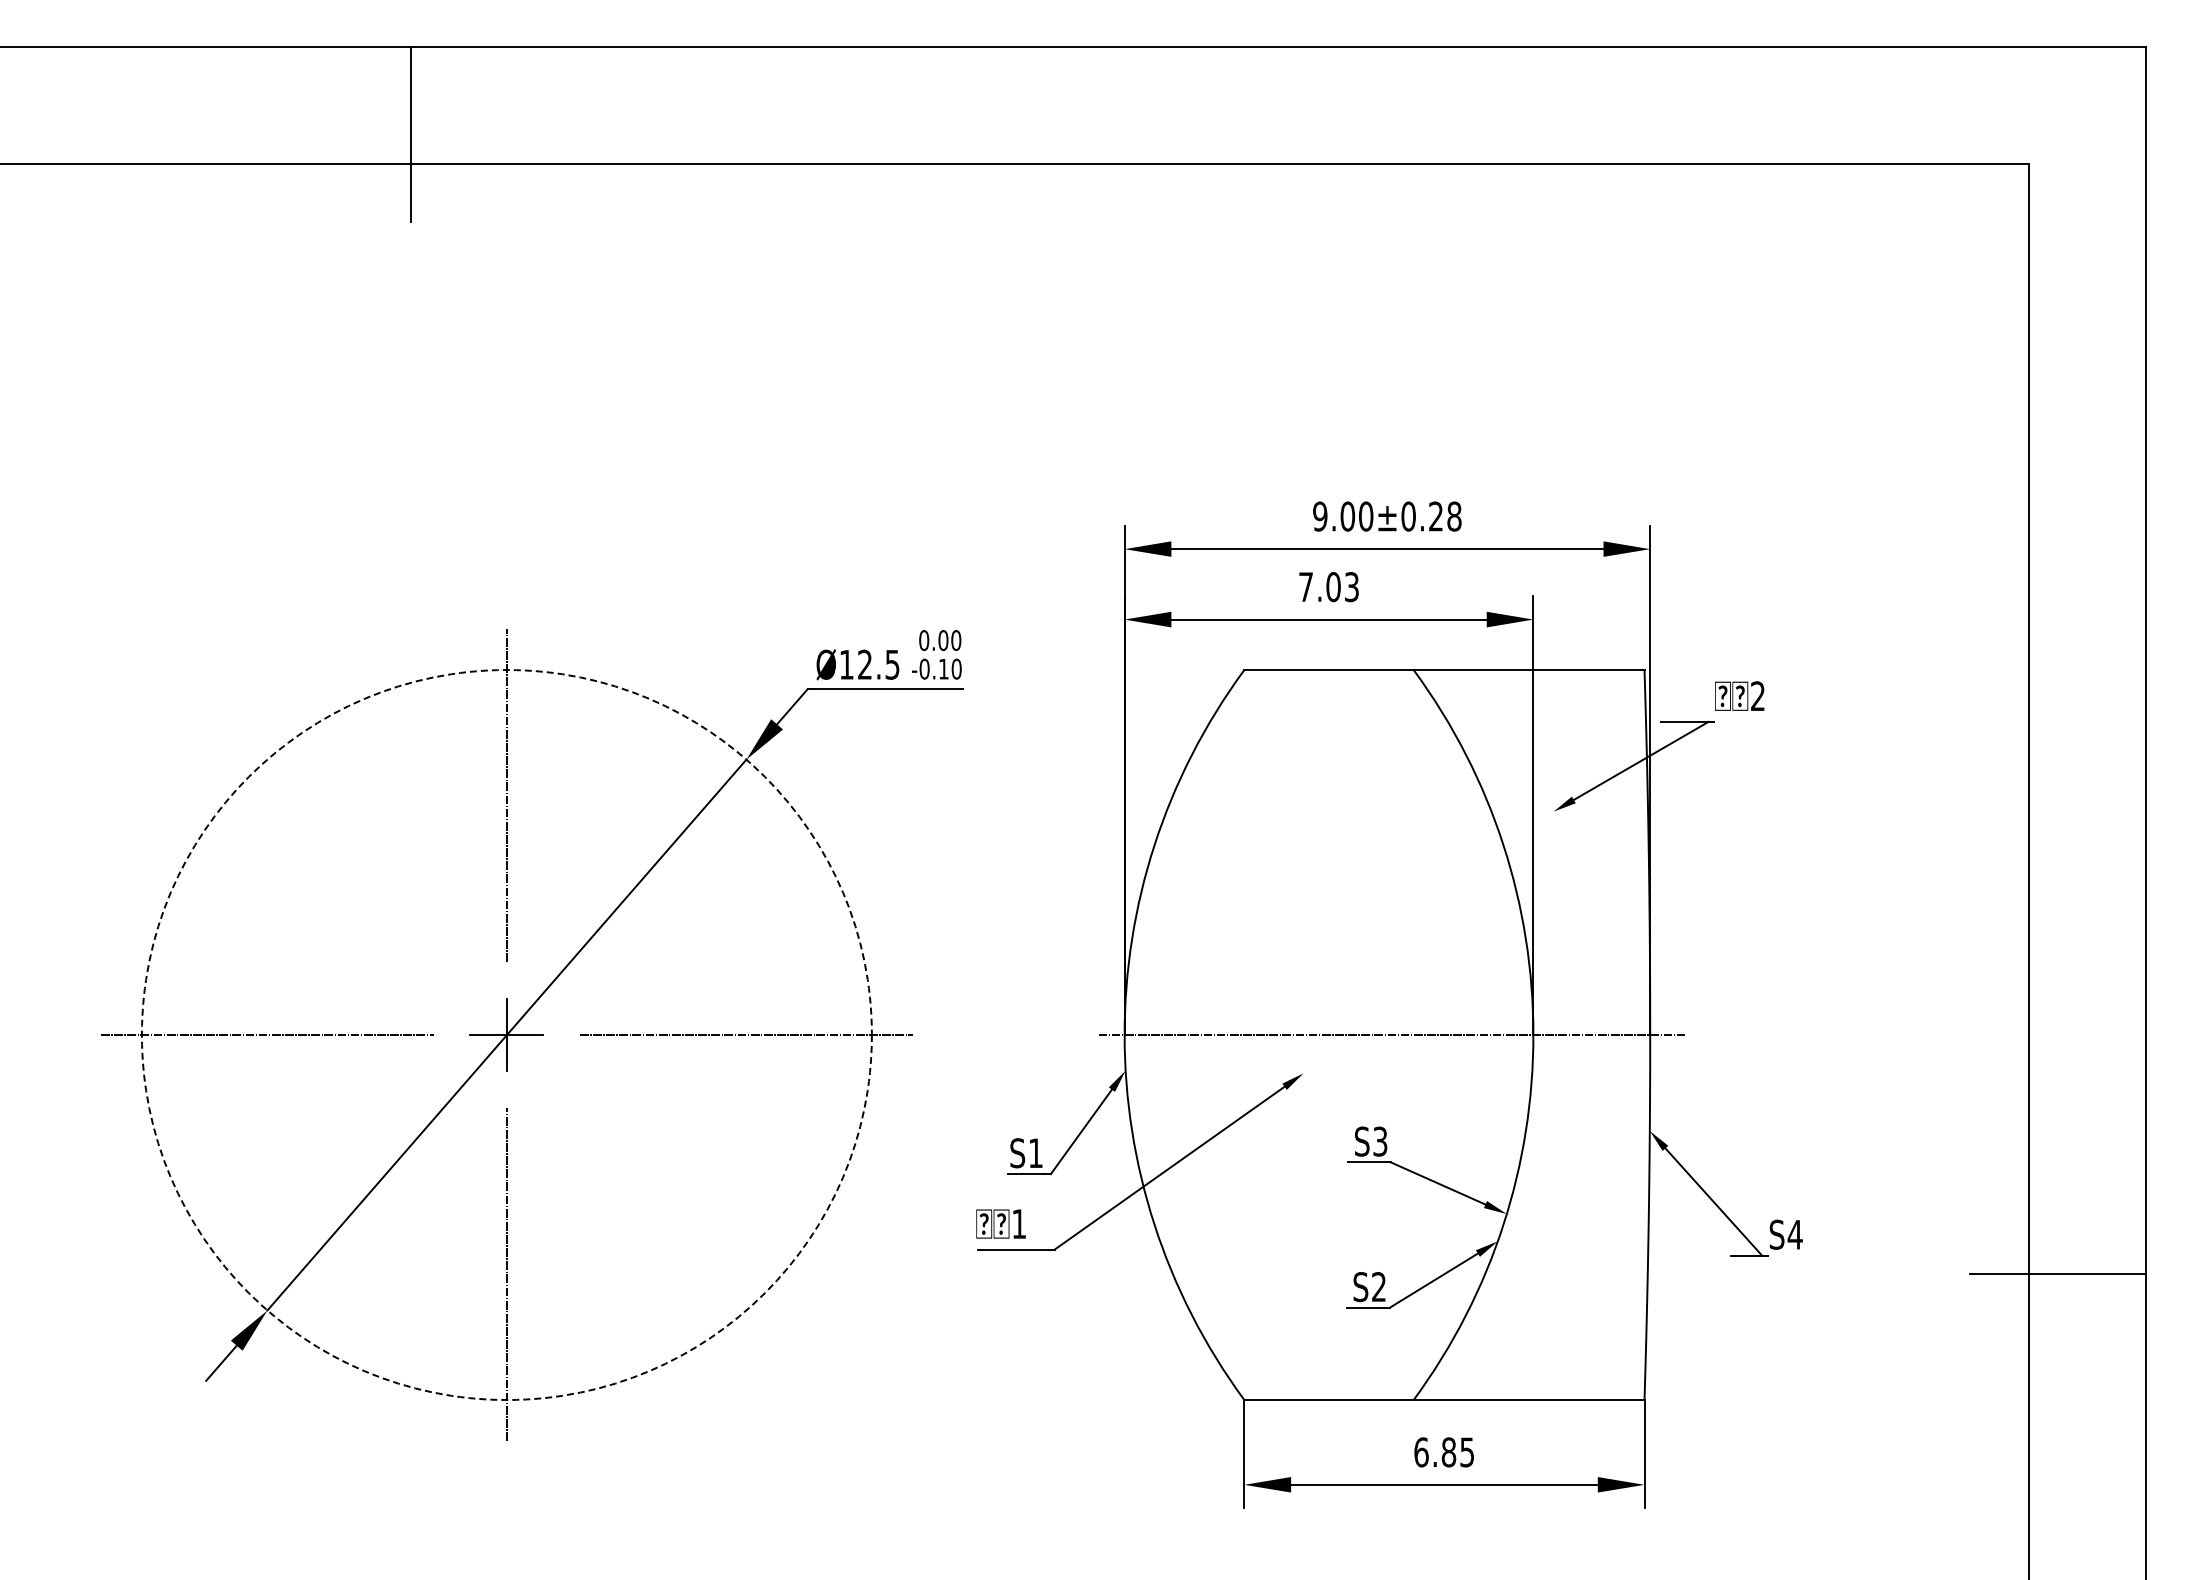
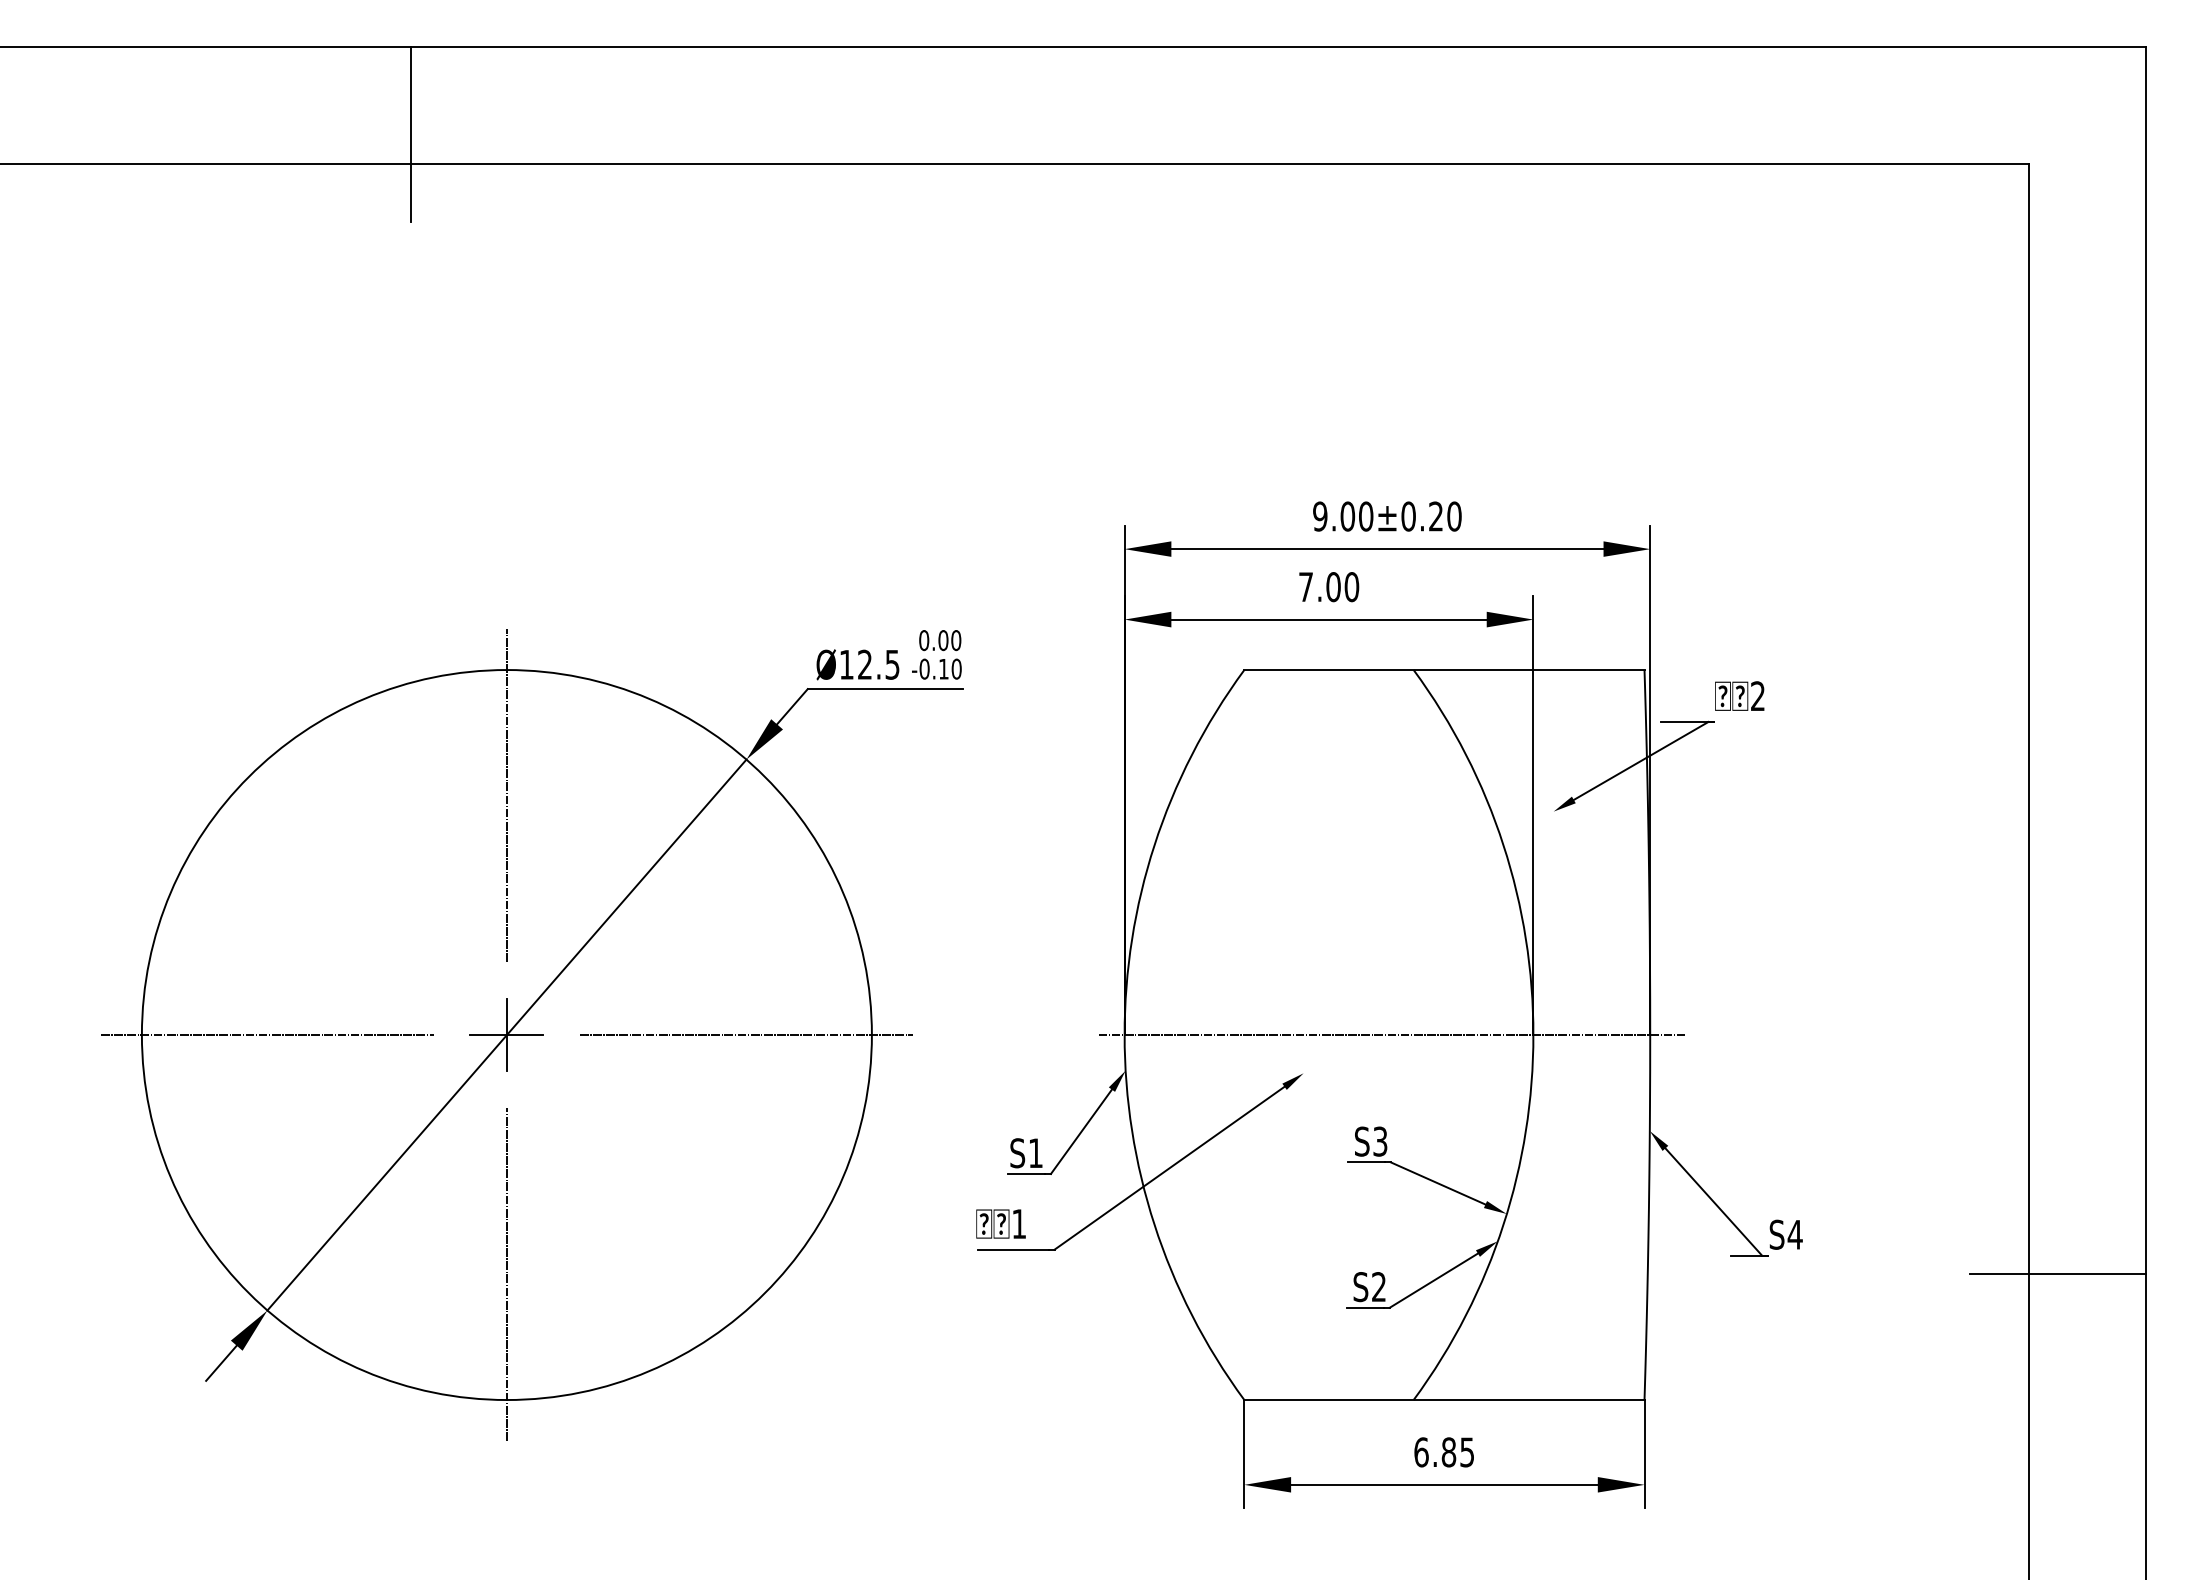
text at (1454, 516): 9.00±0.28 -> 9.00±0.20
text at (1351, 587): 7.03 -> 7.00
circle at (506, 1035): dashed -> solid
